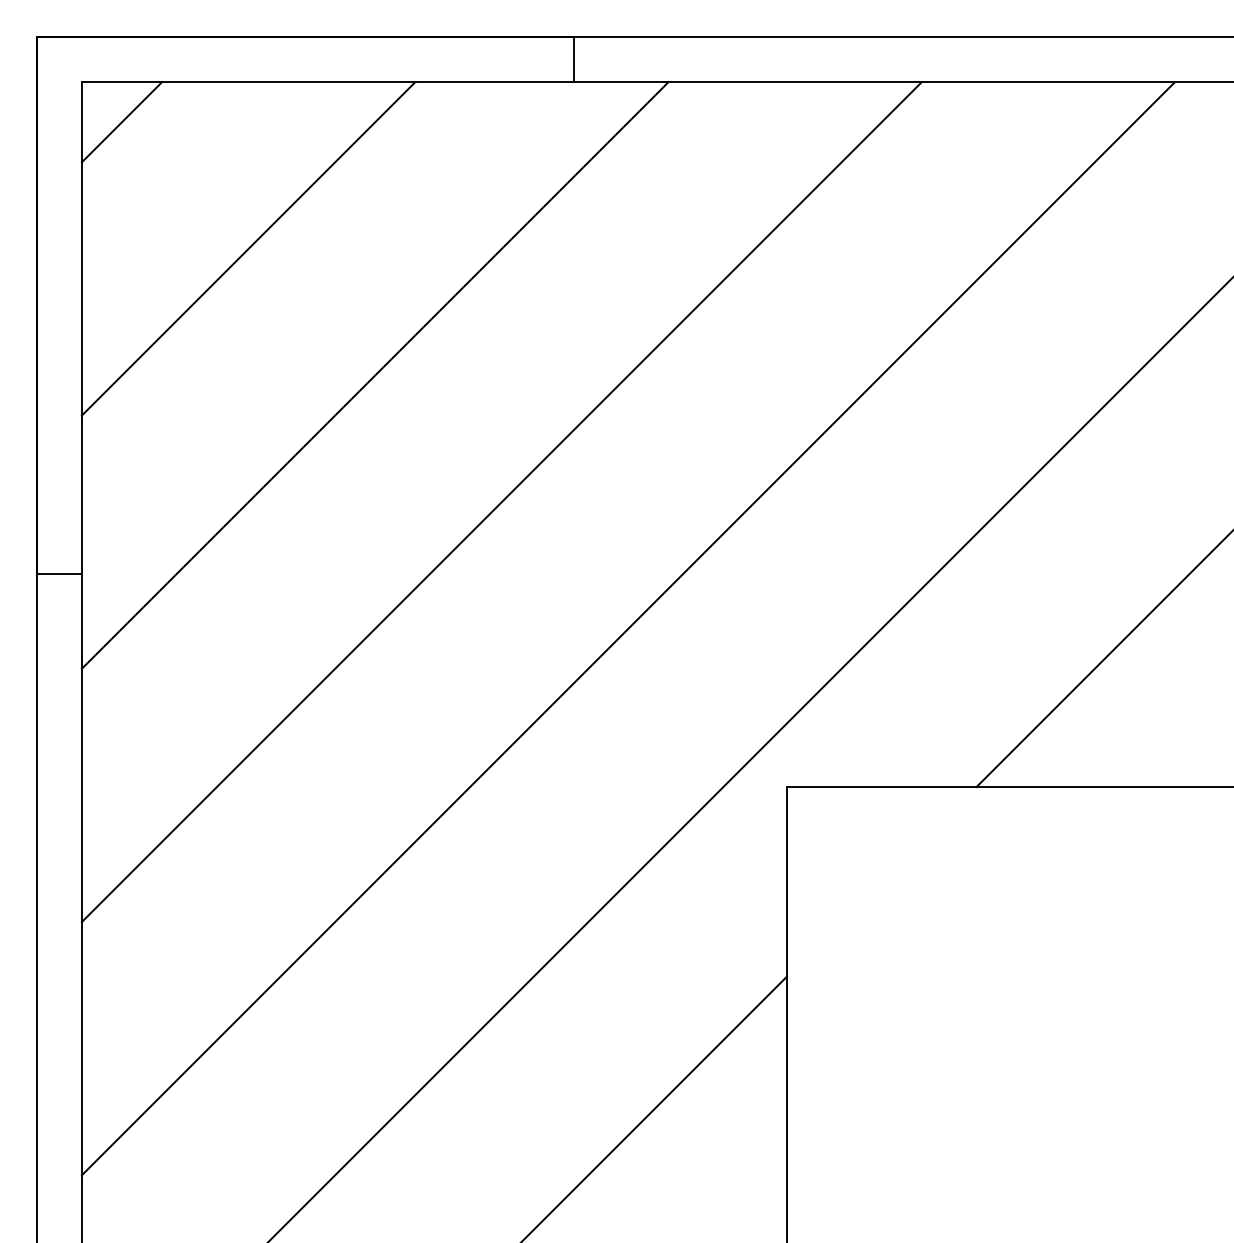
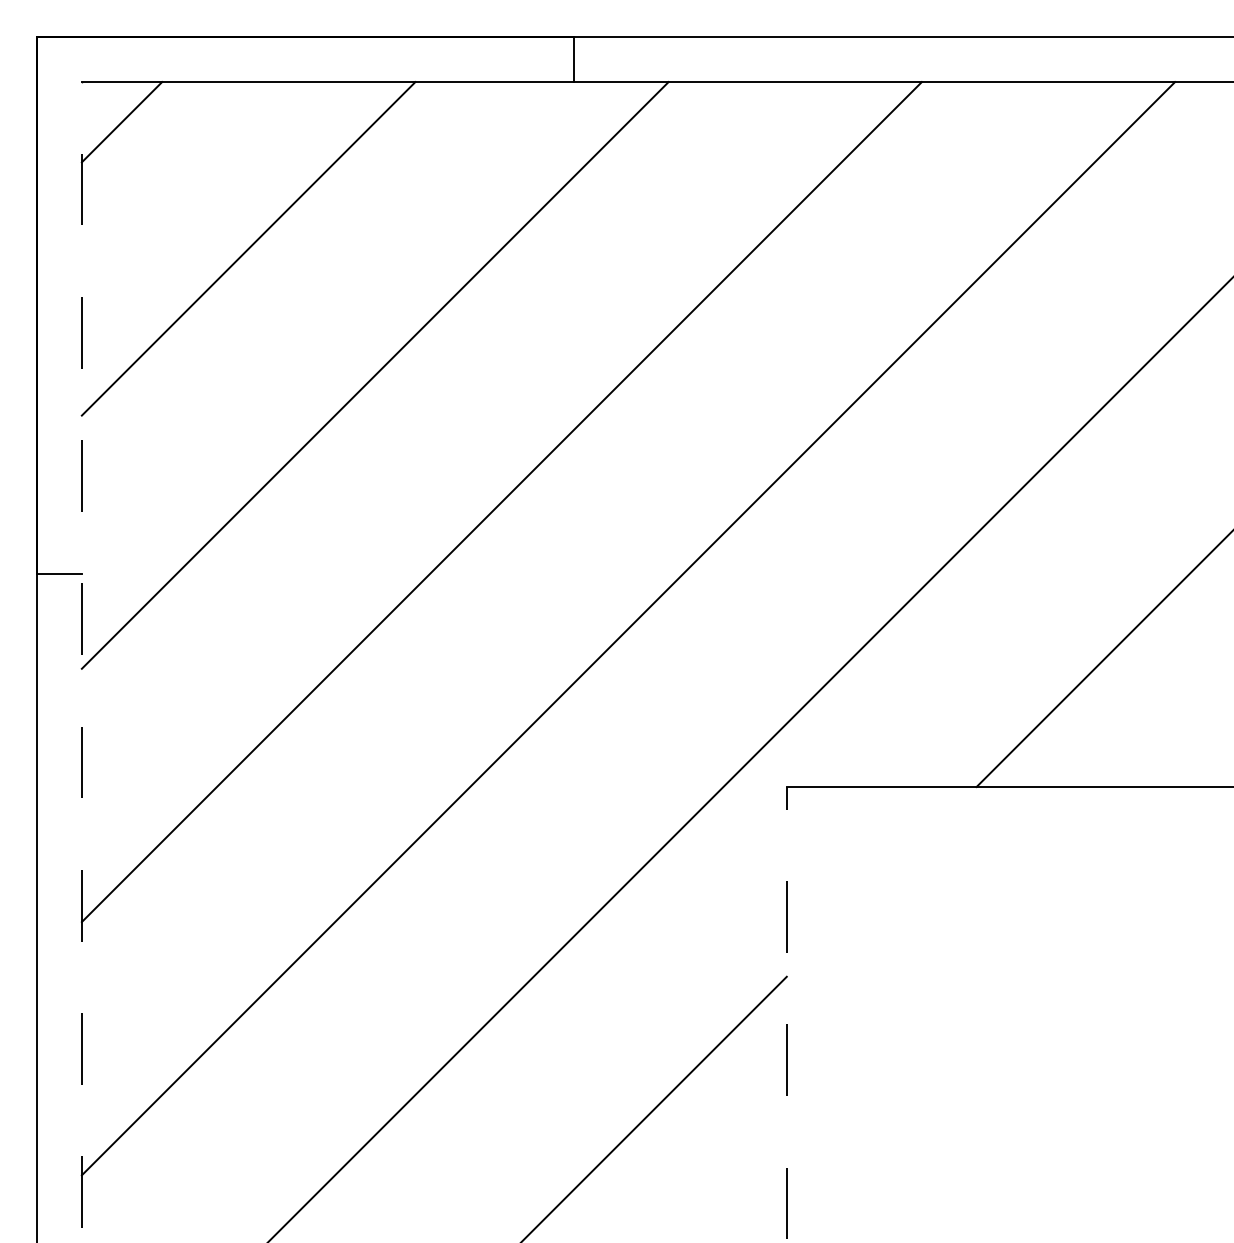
line at (81, 662): solid -> dashed
line at (786, 1014): solid -> dashed
